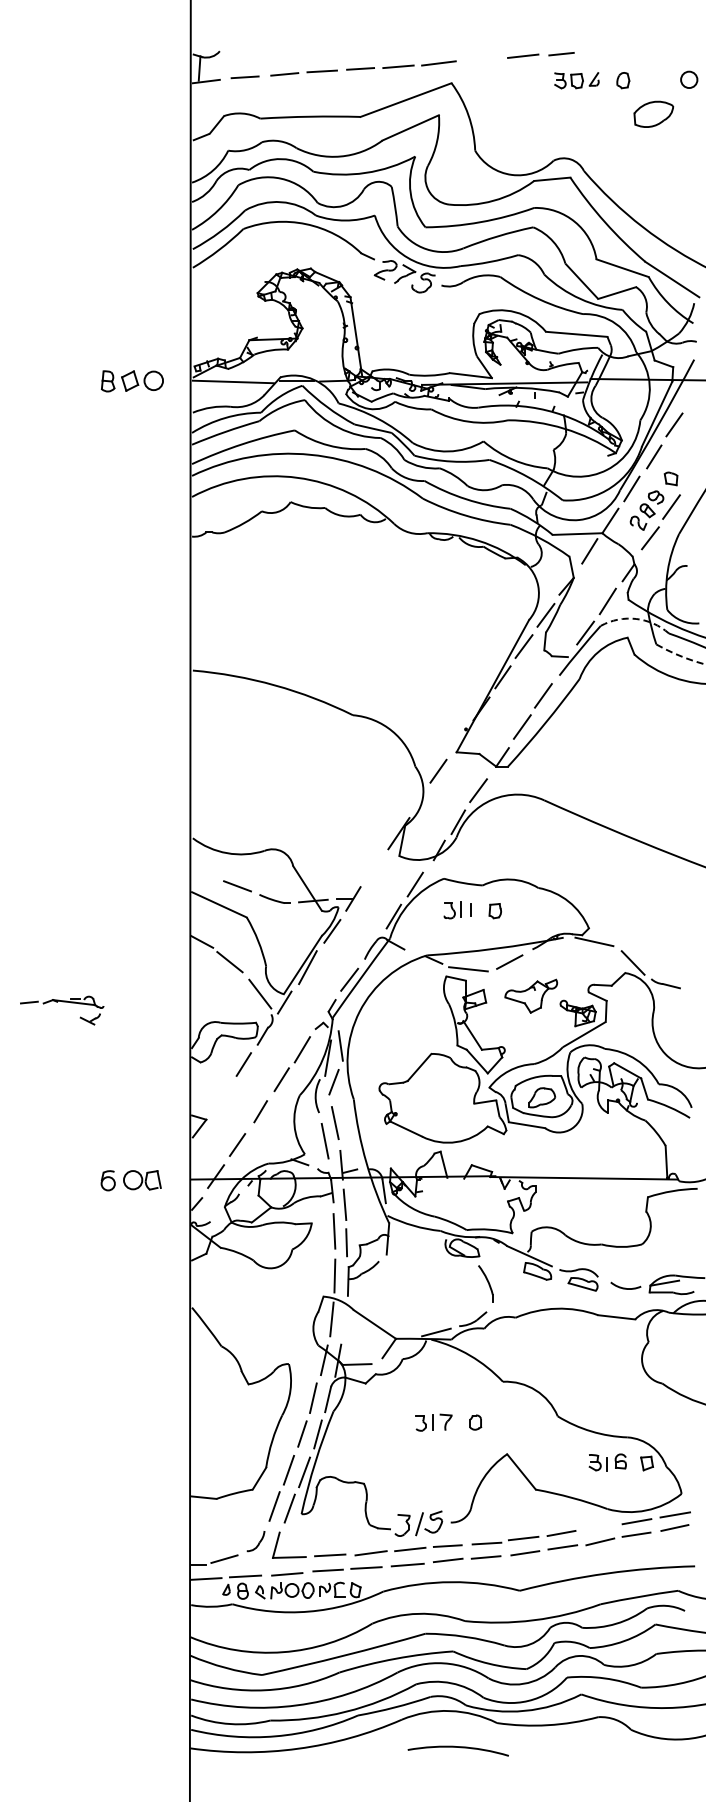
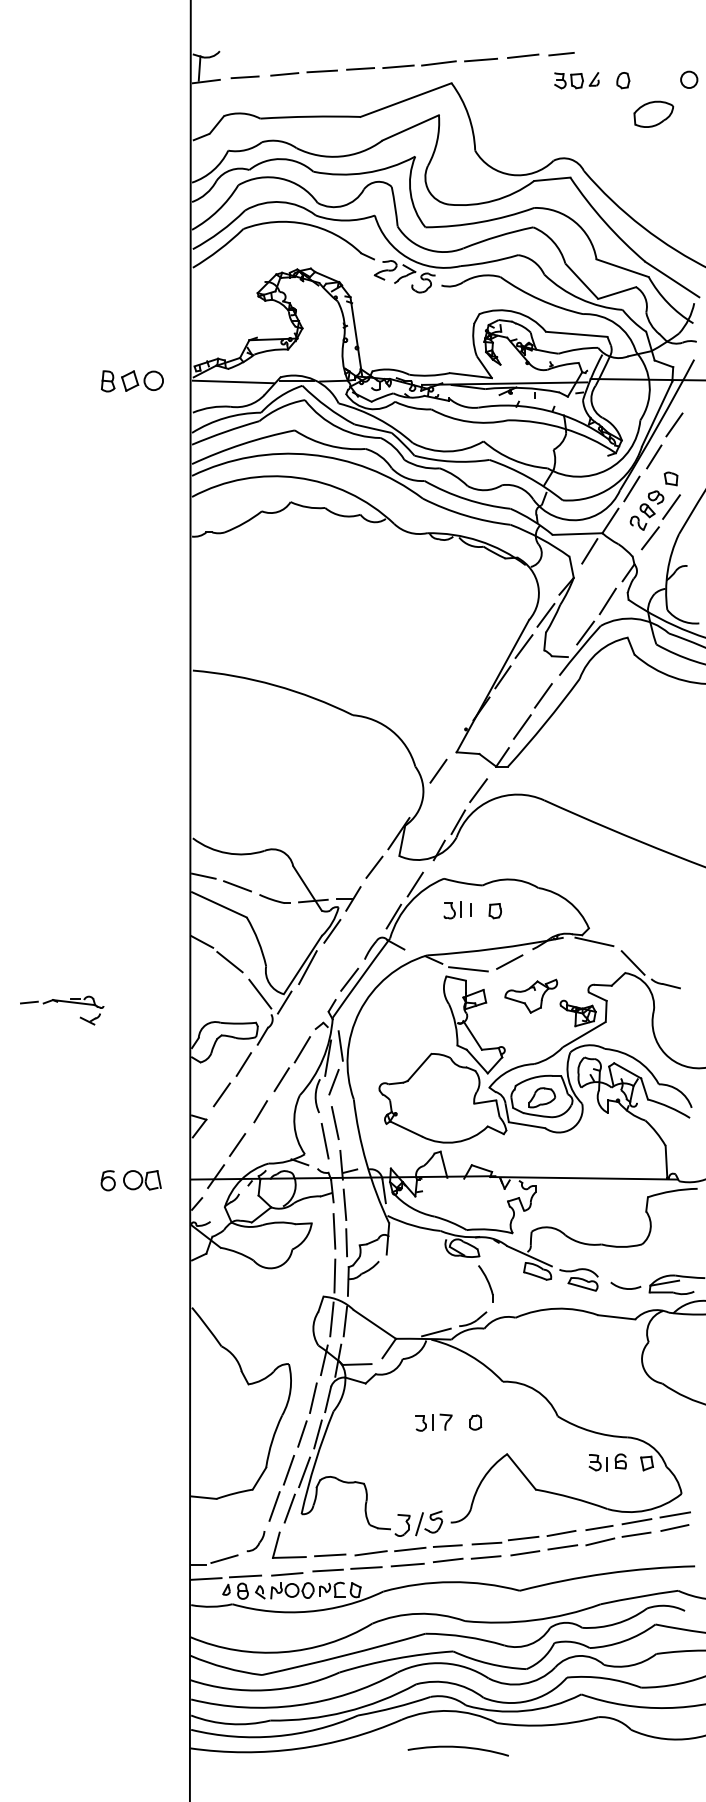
line at (480, 59): none -> present
arc at (636, 618): dashed -> solid
arc at (681, 656): dashed -> solid
line at (374, 866): none -> present
line at (203, 875): none -> present
line at (221, 1094): none -> present
line at (345, 1321): none -> present
line at (599, 1527): none -> present
